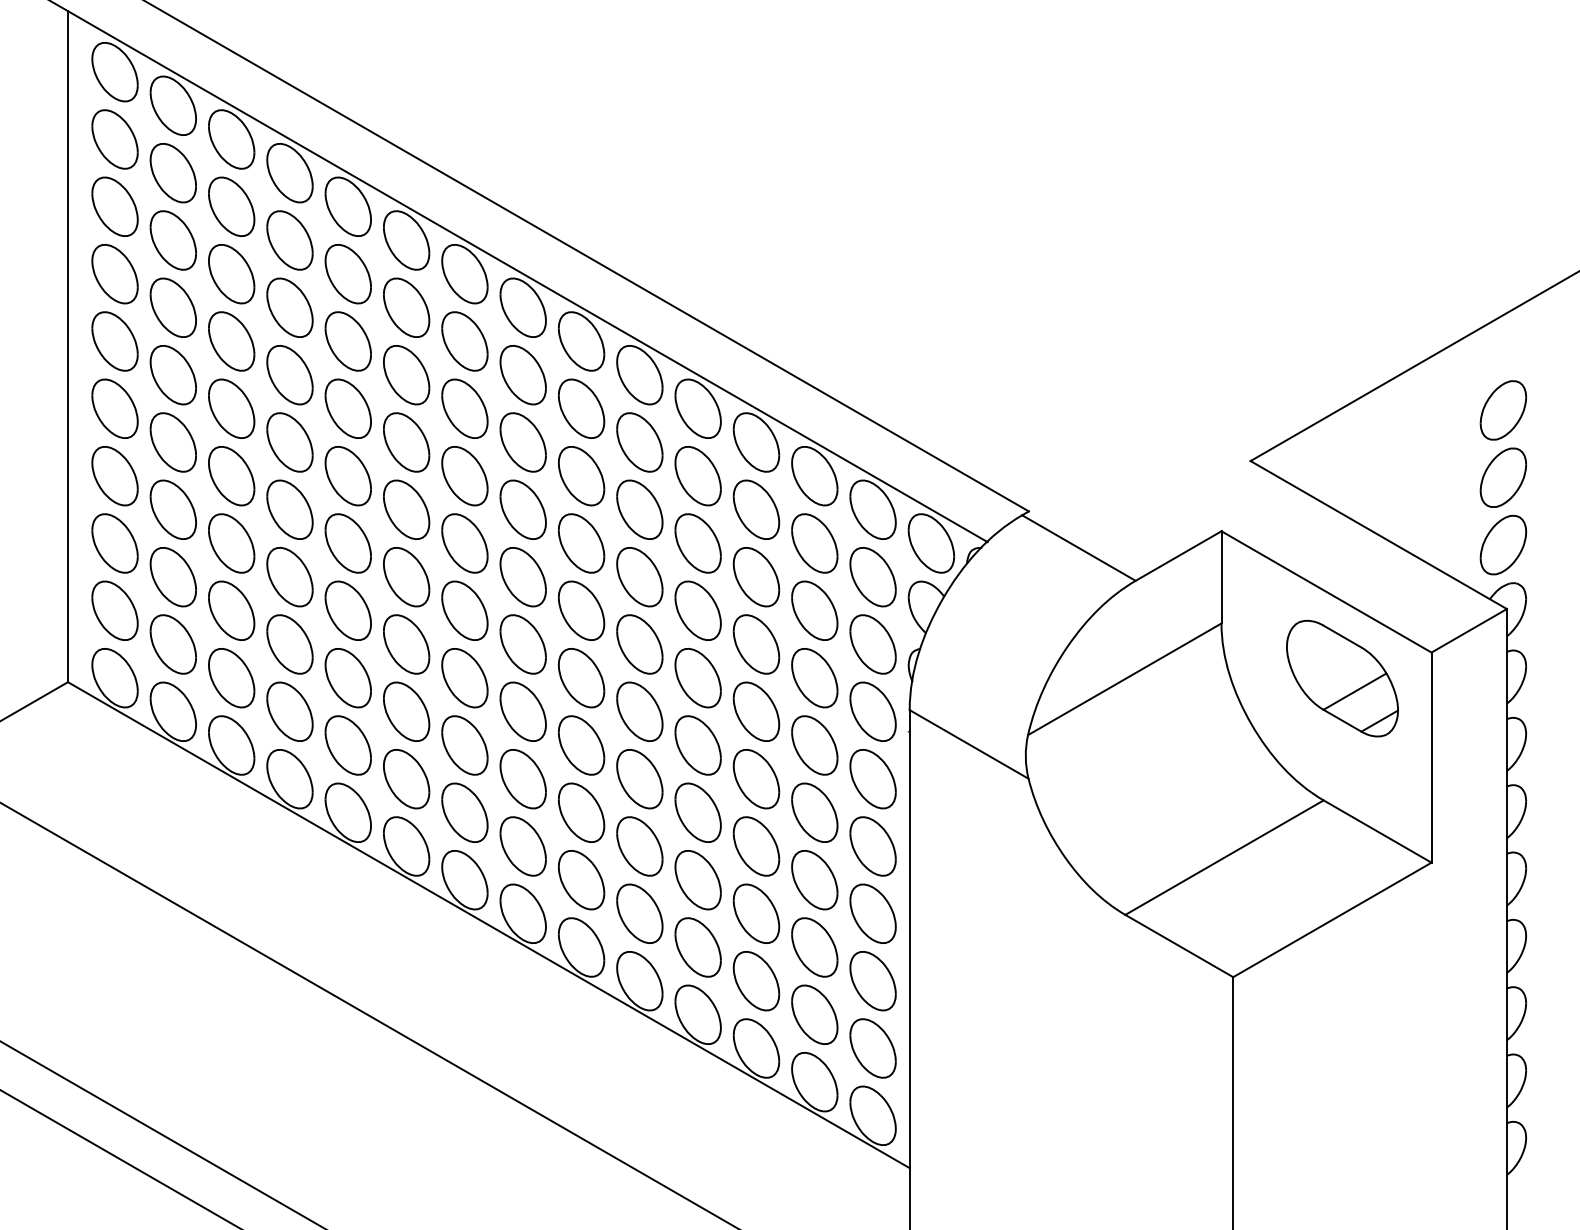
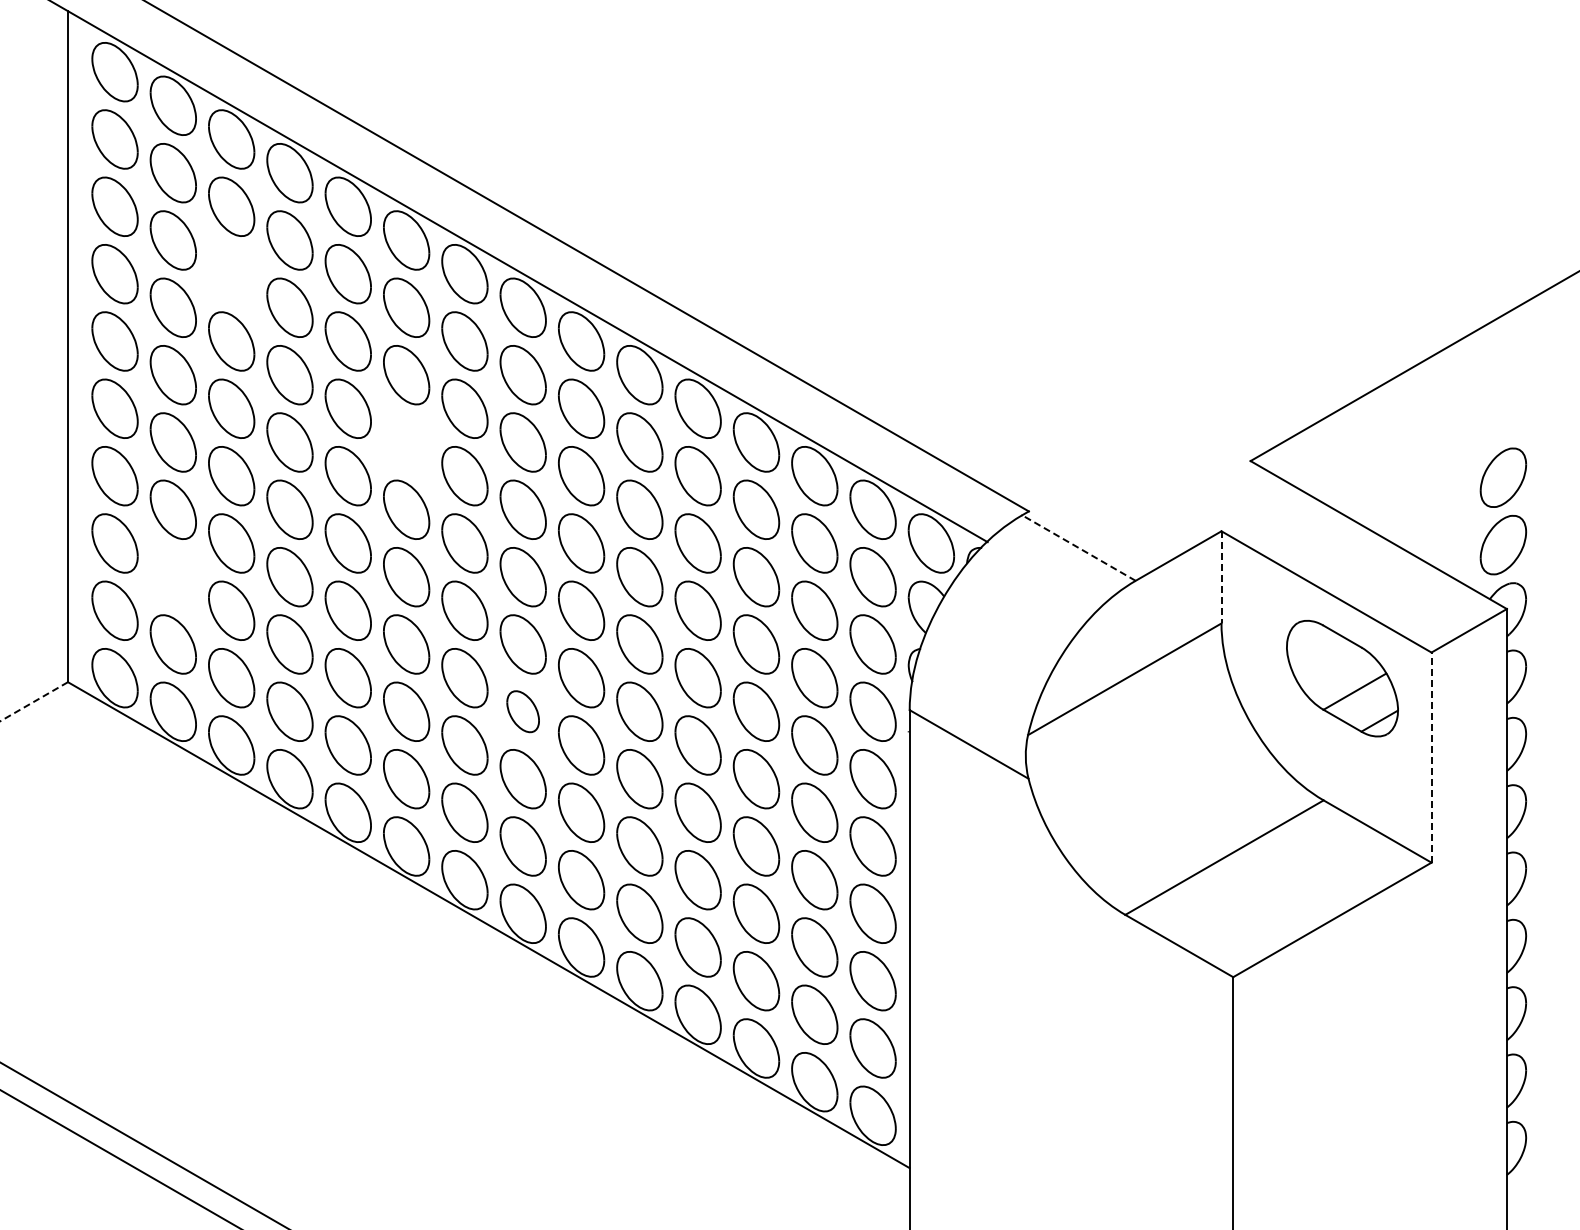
part at (231, 274): present -> none
part at (1503, 410): present -> none
part at (406, 442): present -> none
line at (1078, 548): solid -> dashed
part at (172, 577): present -> none
line at (1221, 577): solid -> dashed
line at (33, 702): solid -> dashed
part at (522, 711) size: 48x61 px -> 34x44 px
line at (1431, 757): solid -> dashed
line at (368, 1014): present -> none
line at (161, 1134) position: (161, 1134) -> (143, 1144)
